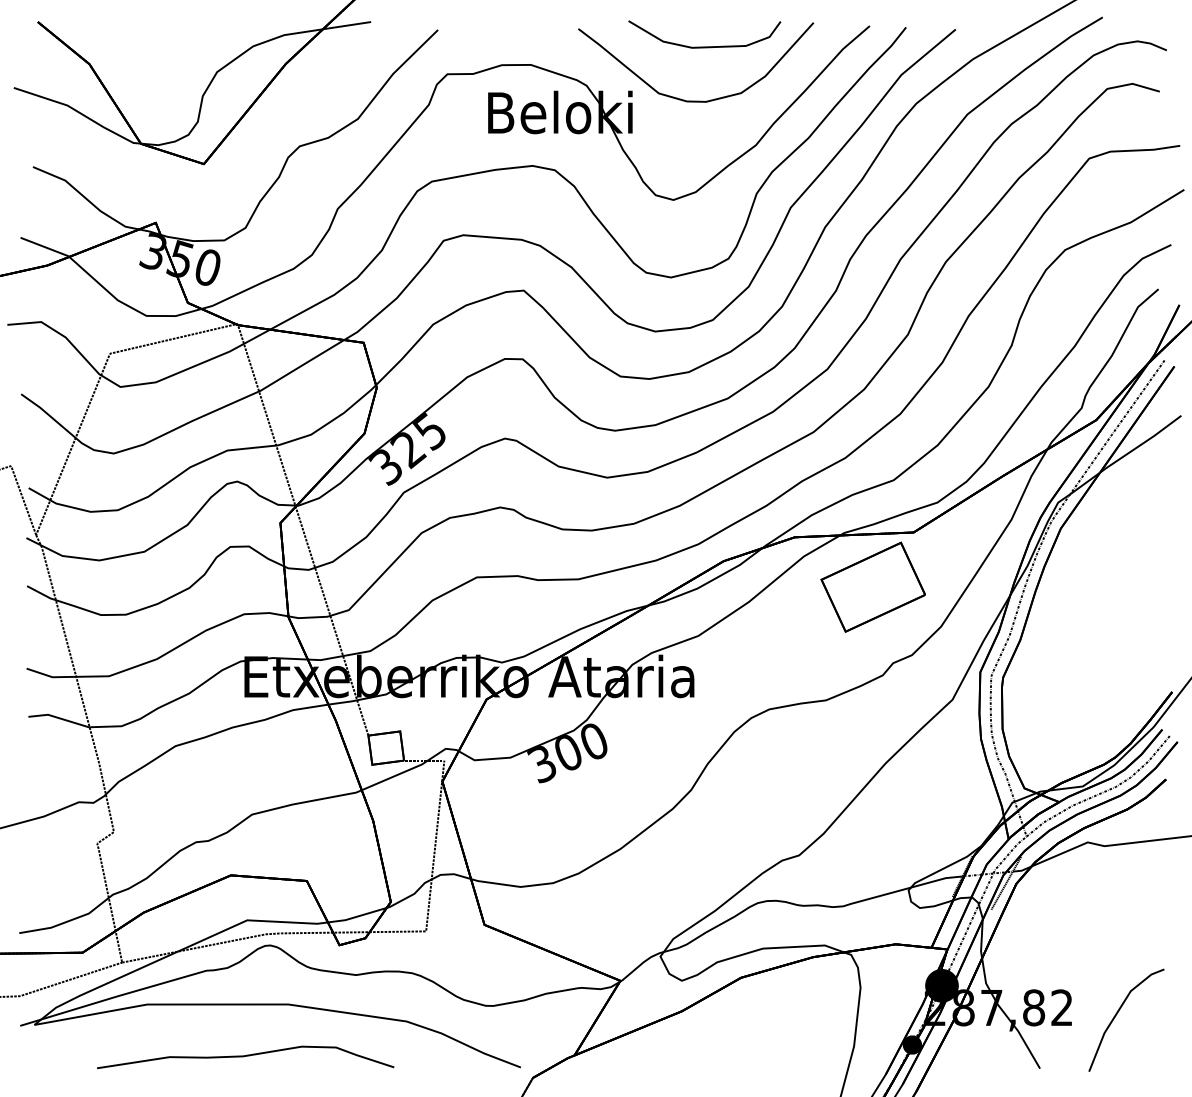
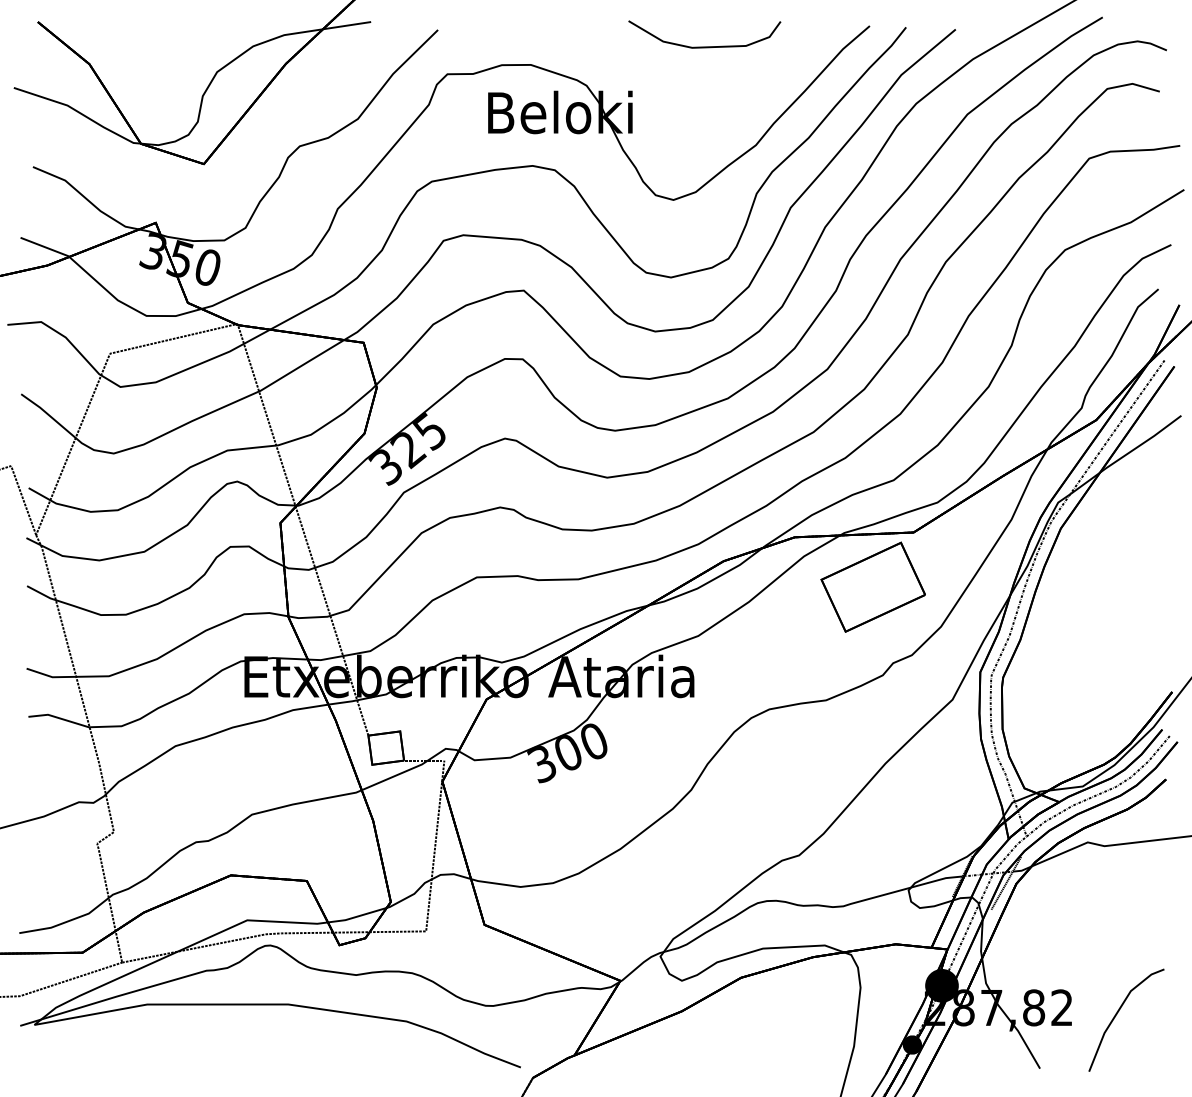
curve at (696, 100): present -> none
curve at (245, 1056): present -> none
